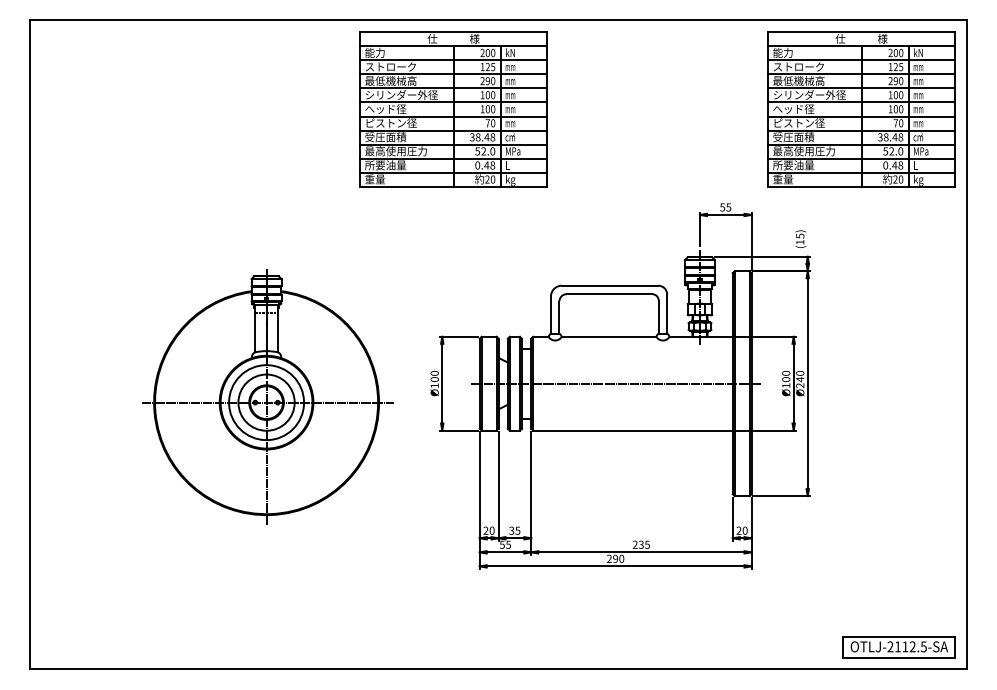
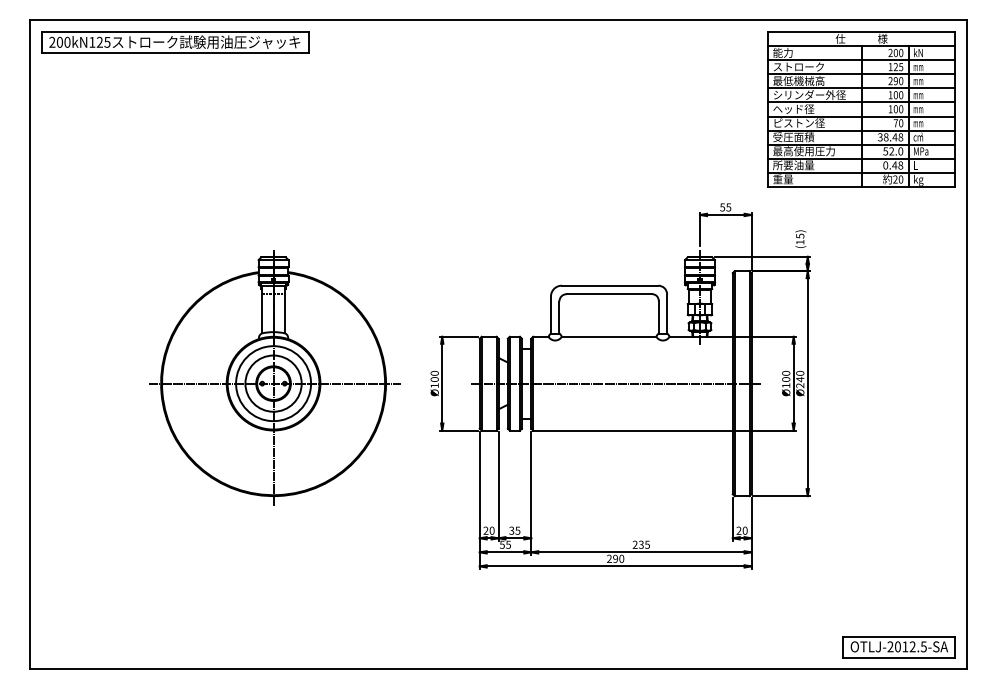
part at (175, 42): none -> present
part at (453, 109): present -> none
part at (267, 396) position: (267, 396) -> (274, 377)
text at (897, 646): OTLJ-2112.5-SA -> OTLJ-2012.5-SA
